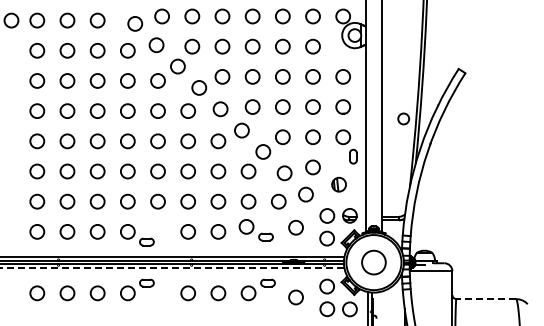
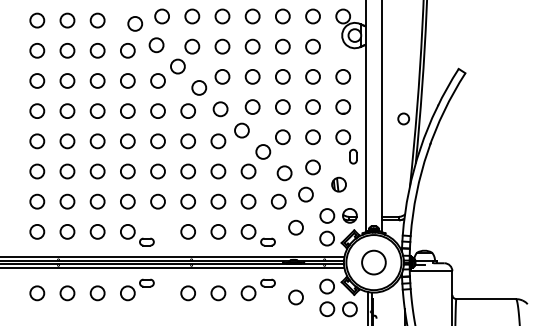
circle at (11, 20): present -> none
part at (255, 230) position: (255, 230) -> (257, 235)
line at (172, 268): dashed -> solid
line at (486, 299): dashed -> solid
